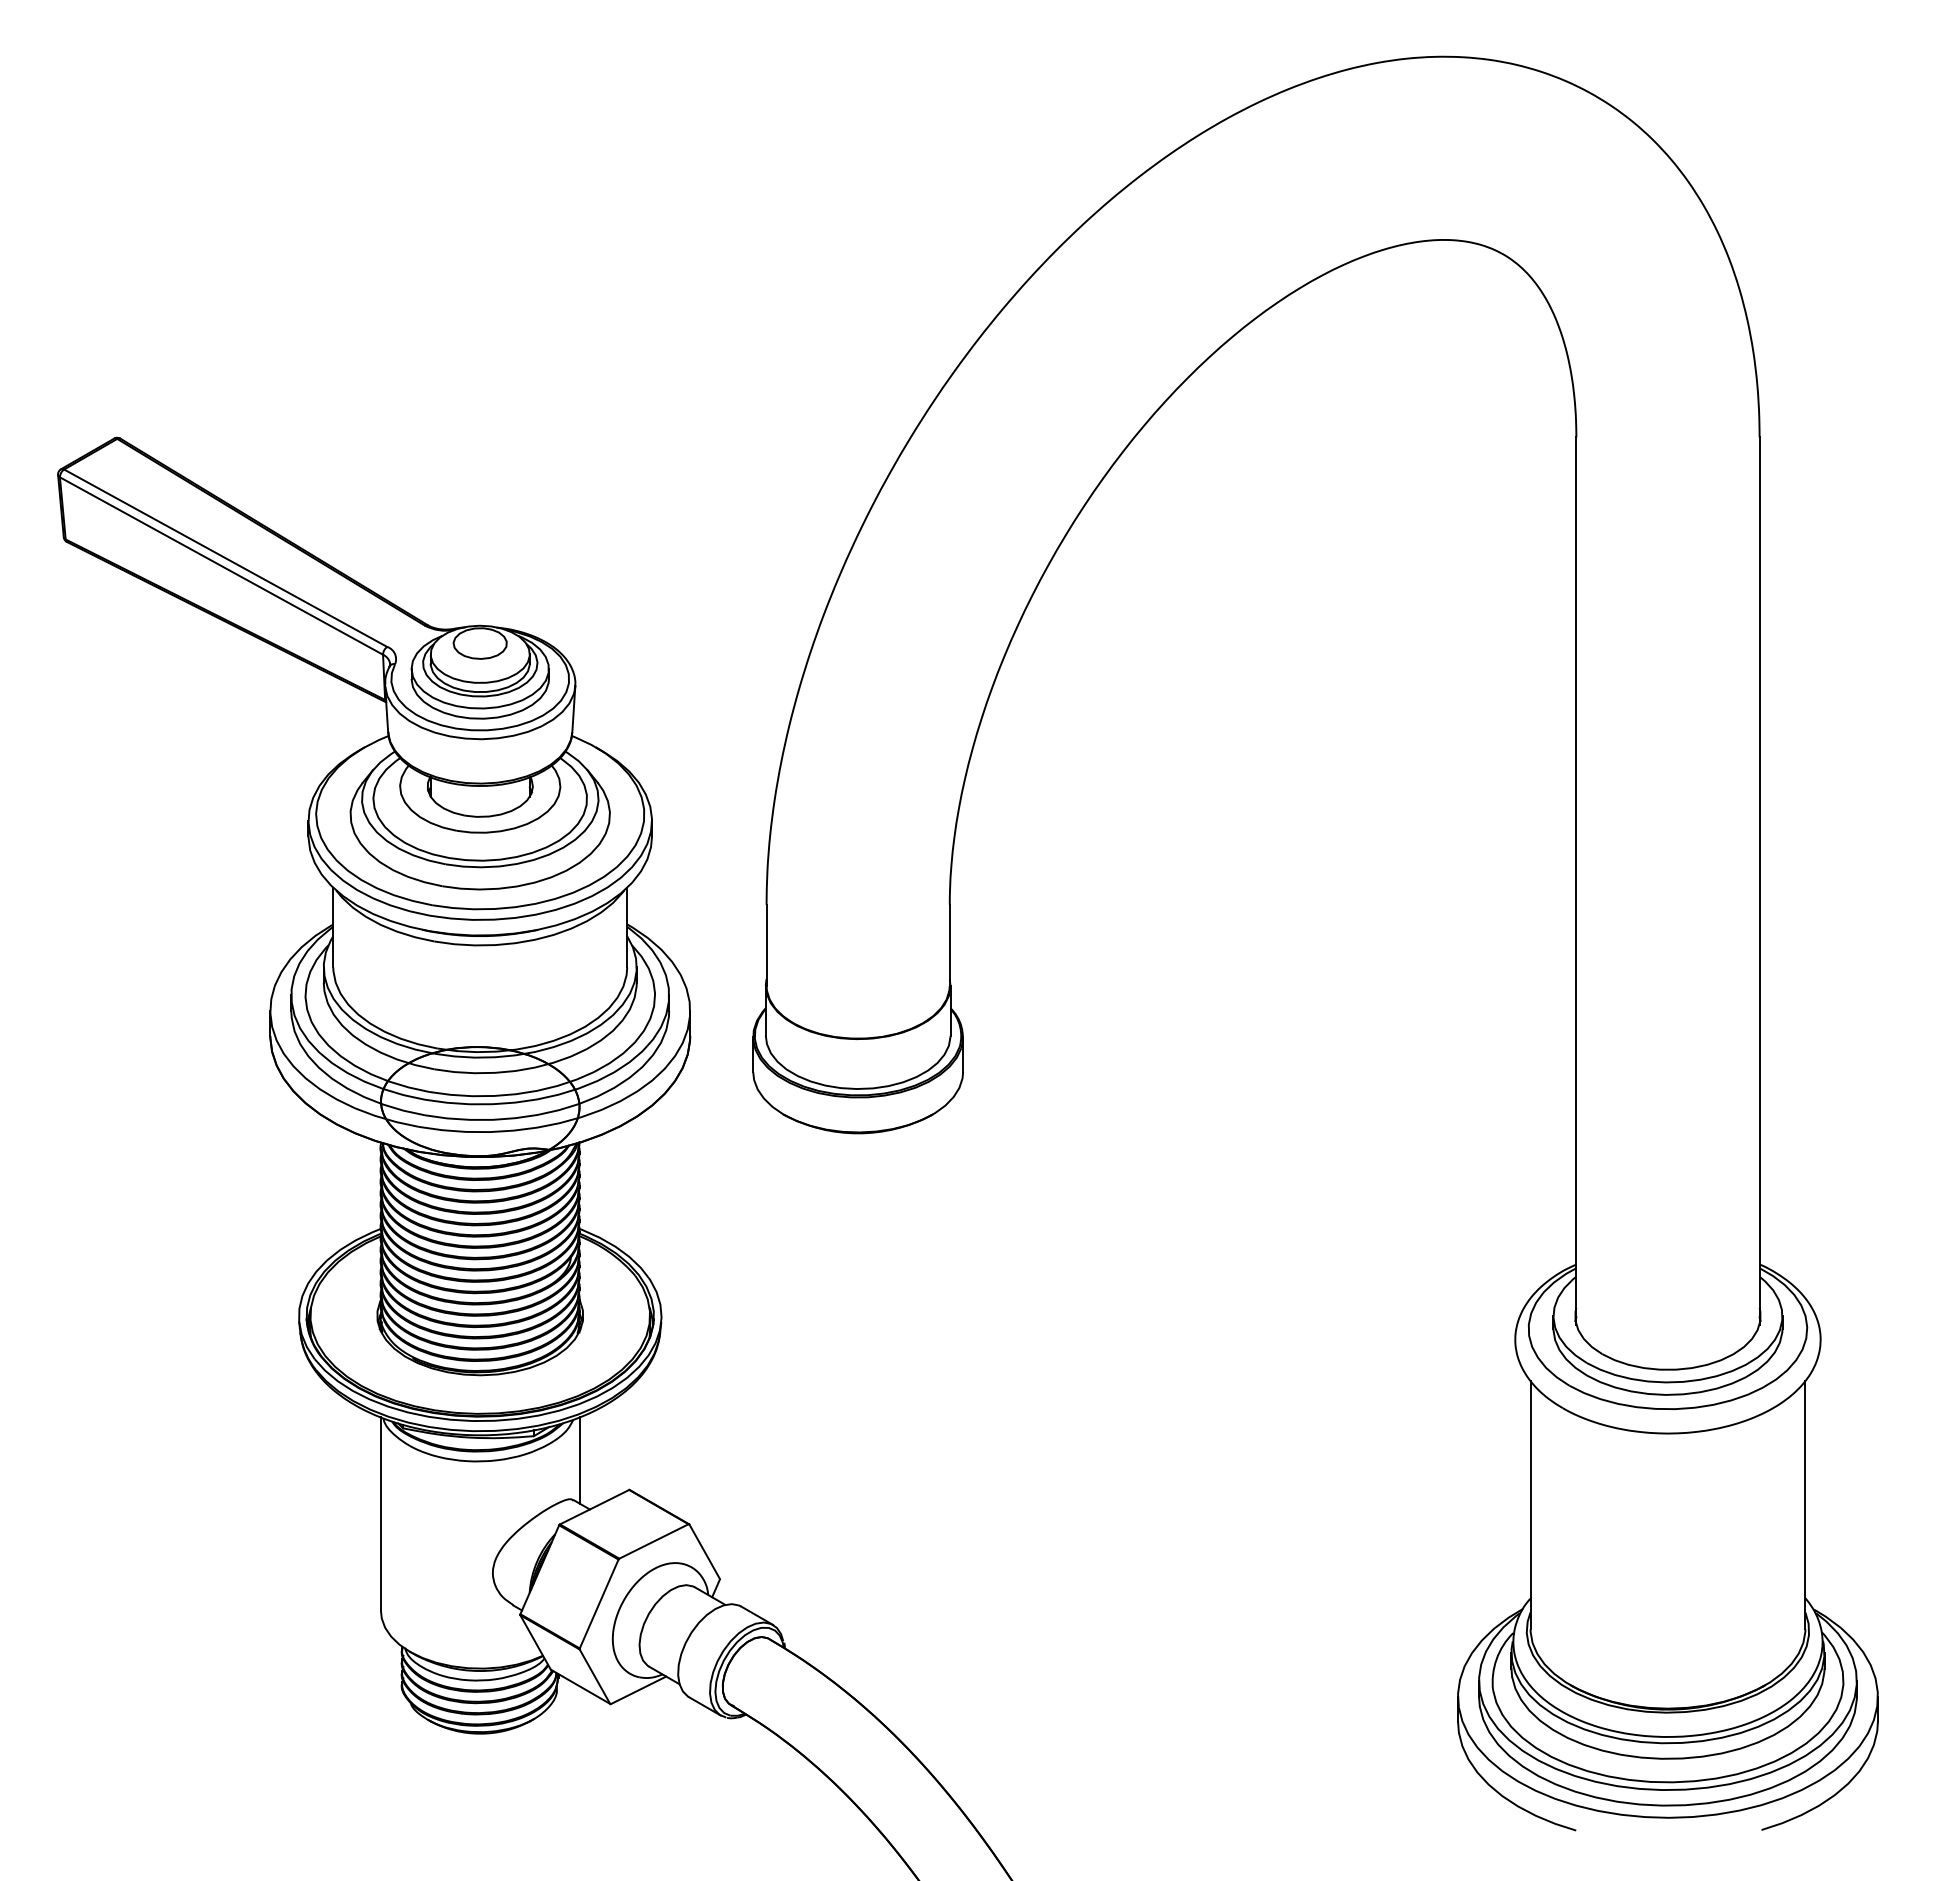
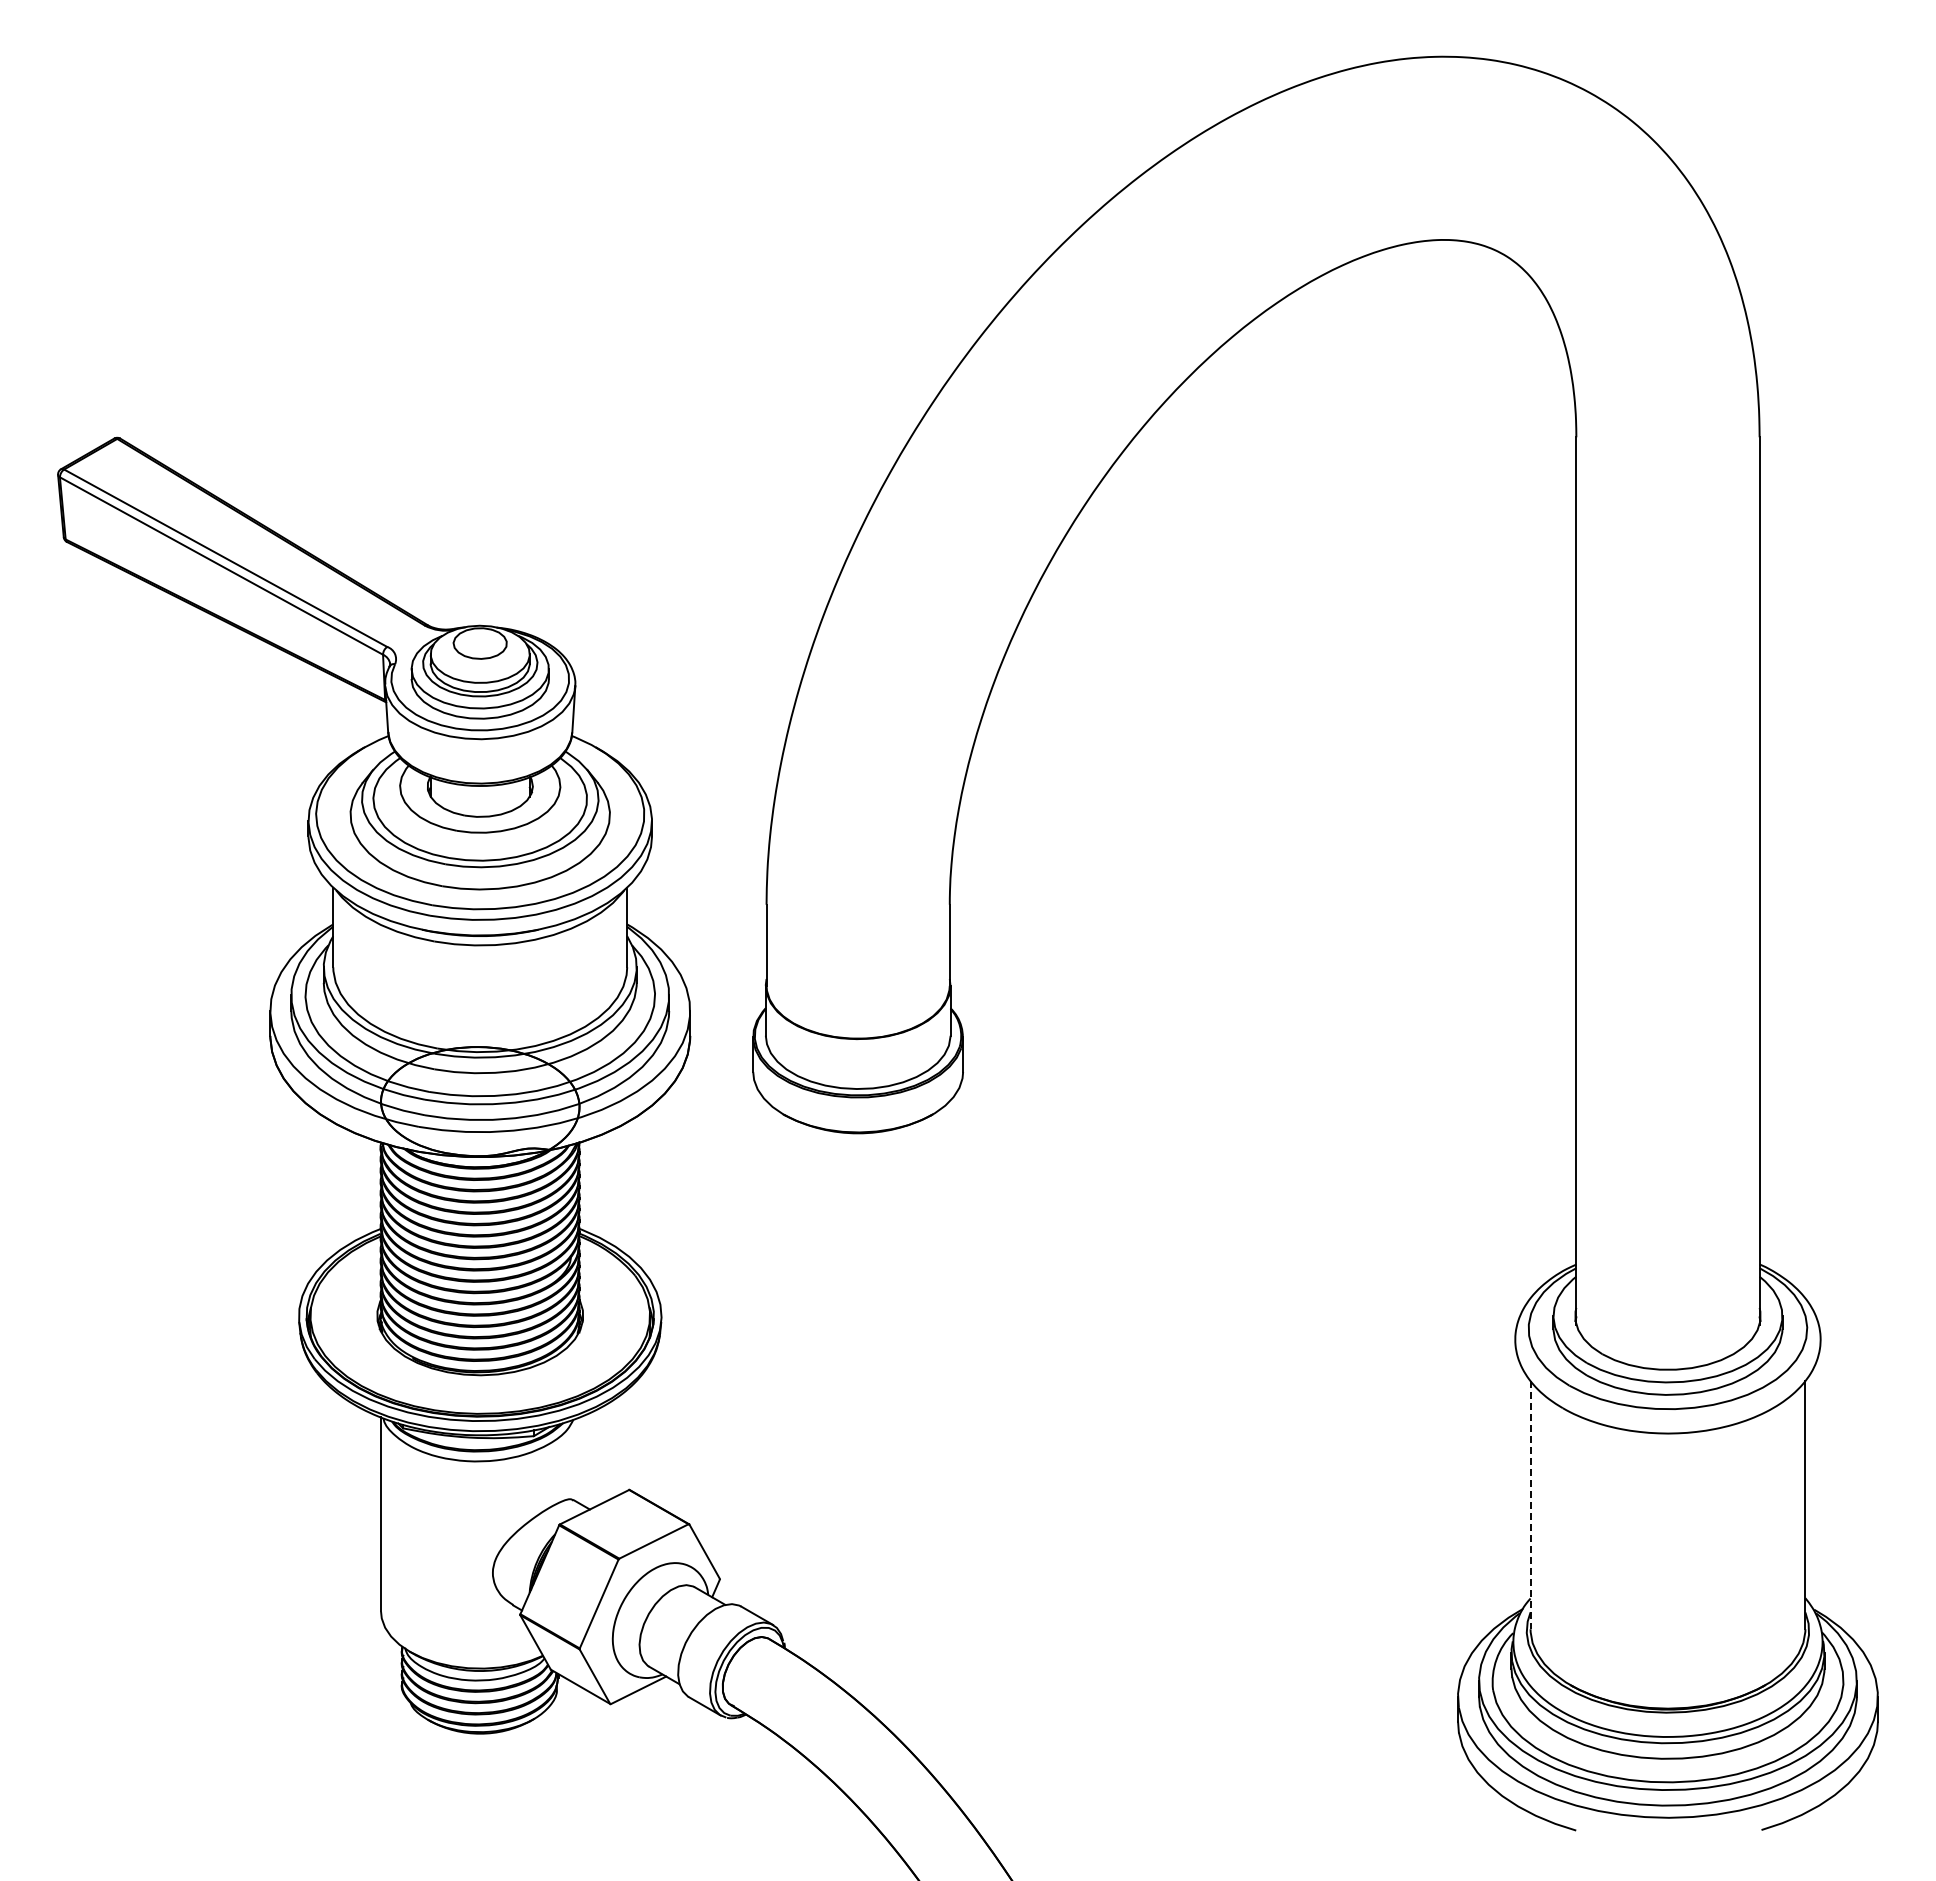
line at (579, 1460): present -> none
line at (1530, 1505): solid -> dashed
